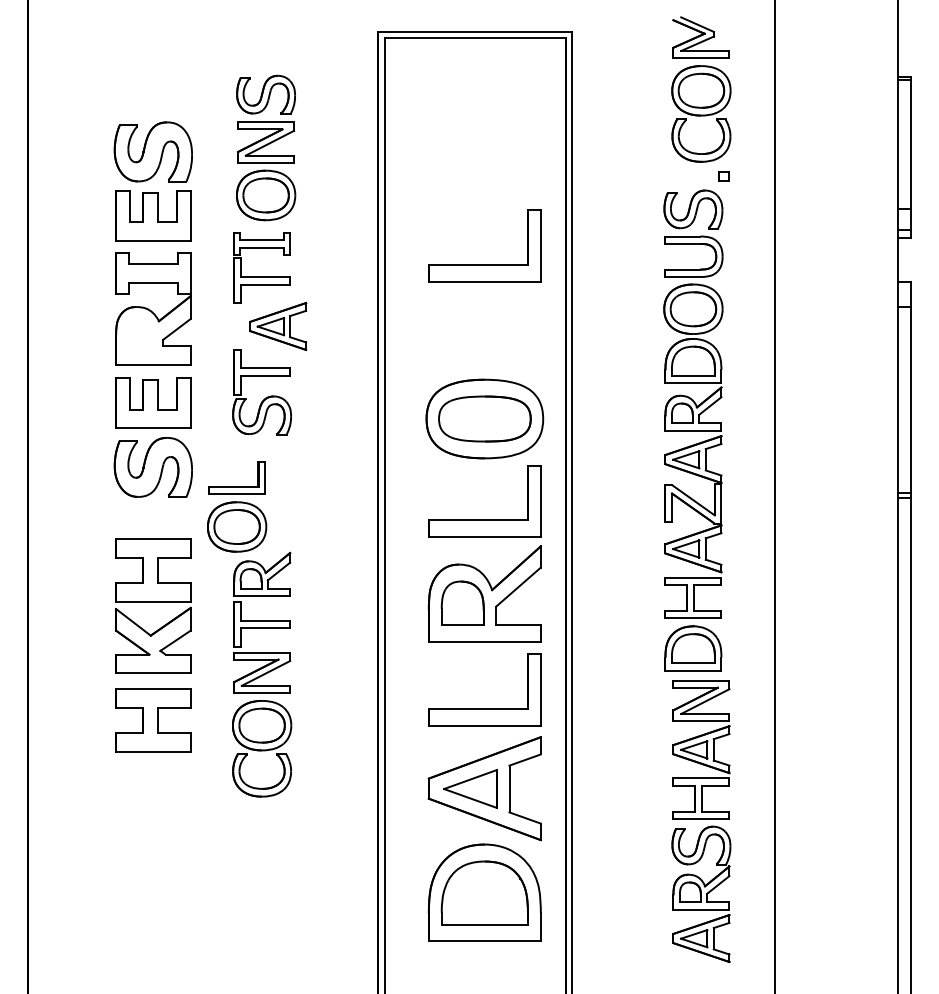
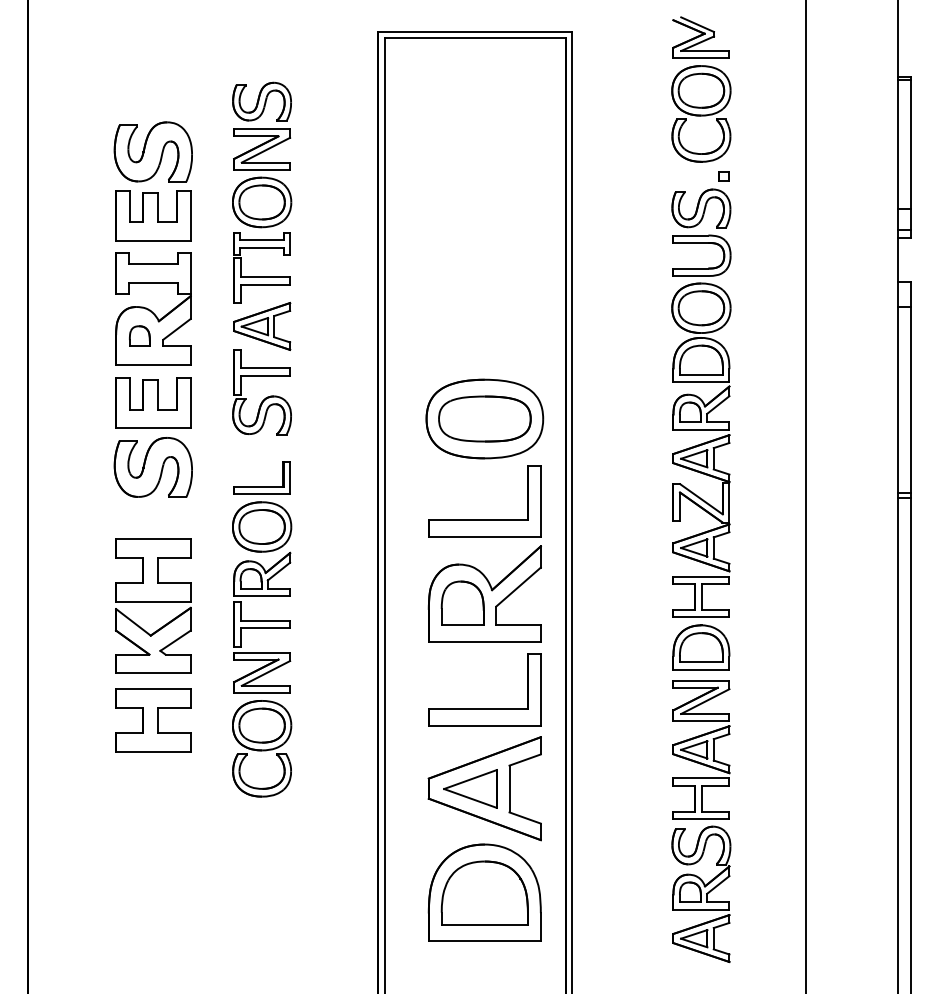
part at (266, 147) position: (266, 147) -> (262, 154)
part at (484, 264): present -> none
part at (278, 326) position: (278, 326) -> (262, 326)
part at (139, 335): none -> present
part at (693, 430) position: (693, 430) -> (701, 429)
line at (774, 496) position: (774, 496) -> (805, 496)
part at (237, 506) position: (237, 506) -> (262, 506)
